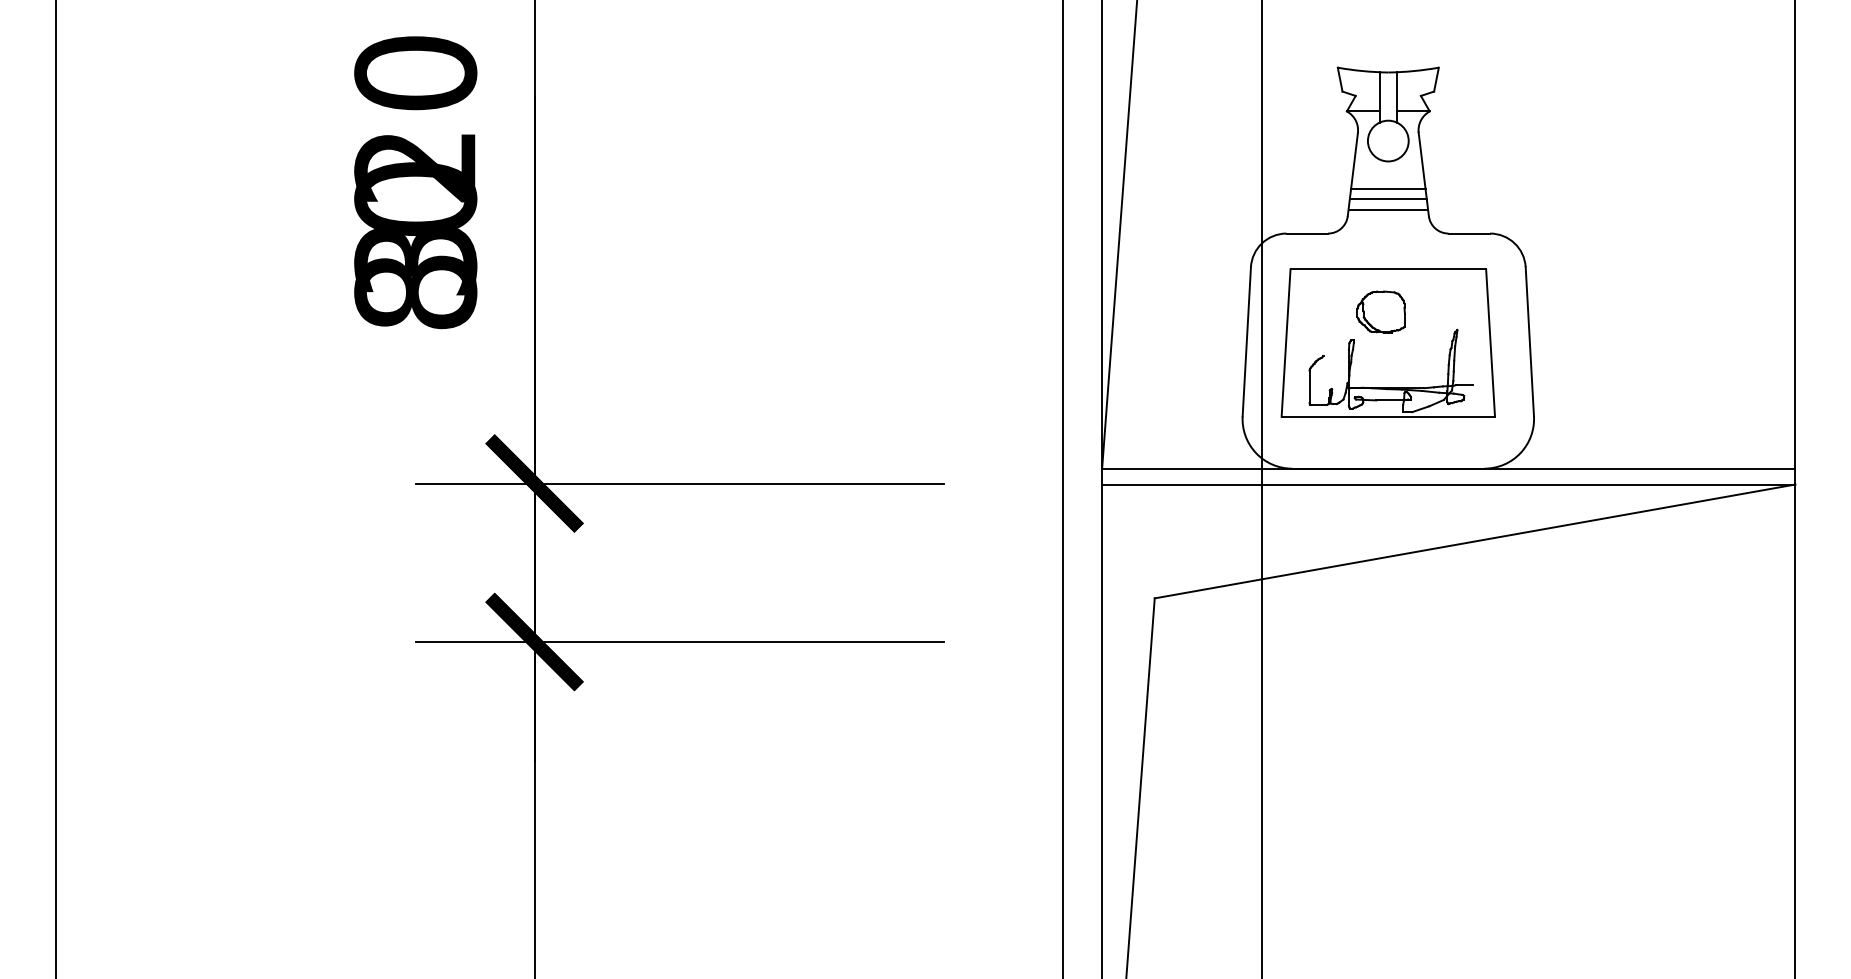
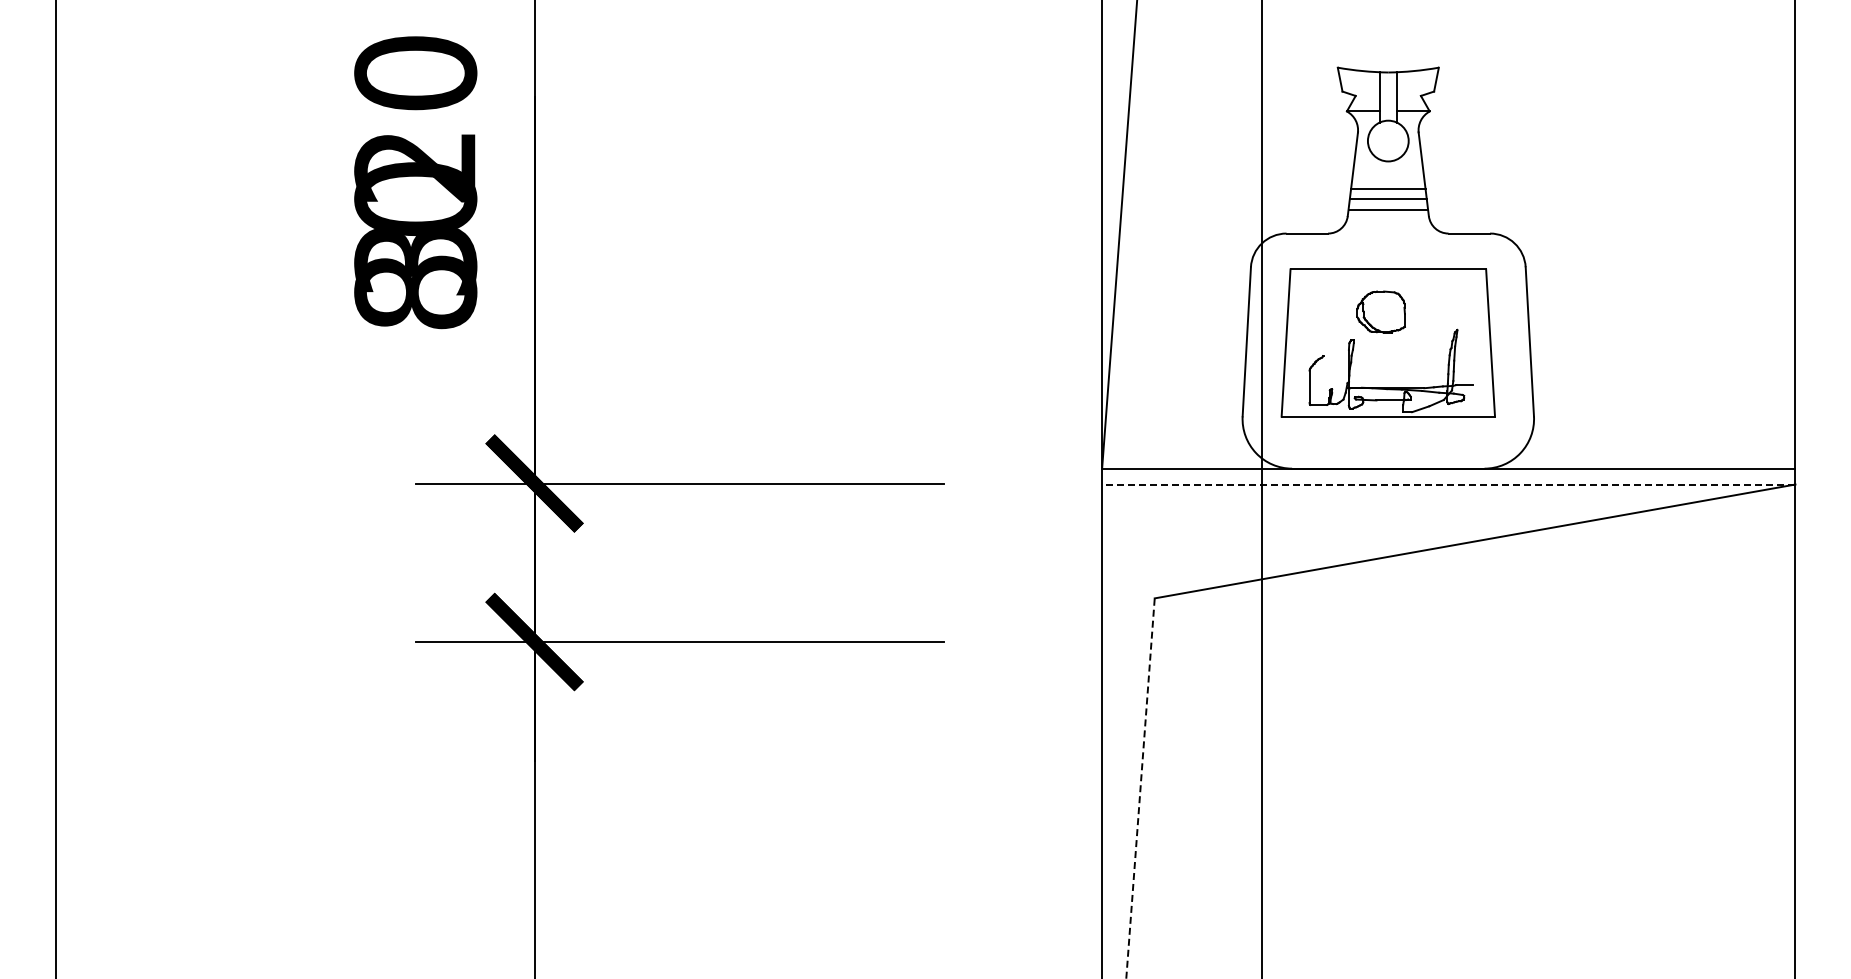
line at (1448, 484): solid -> dashed
line at (1062, 488): present -> none
line at (1140, 788): solid -> dashed
